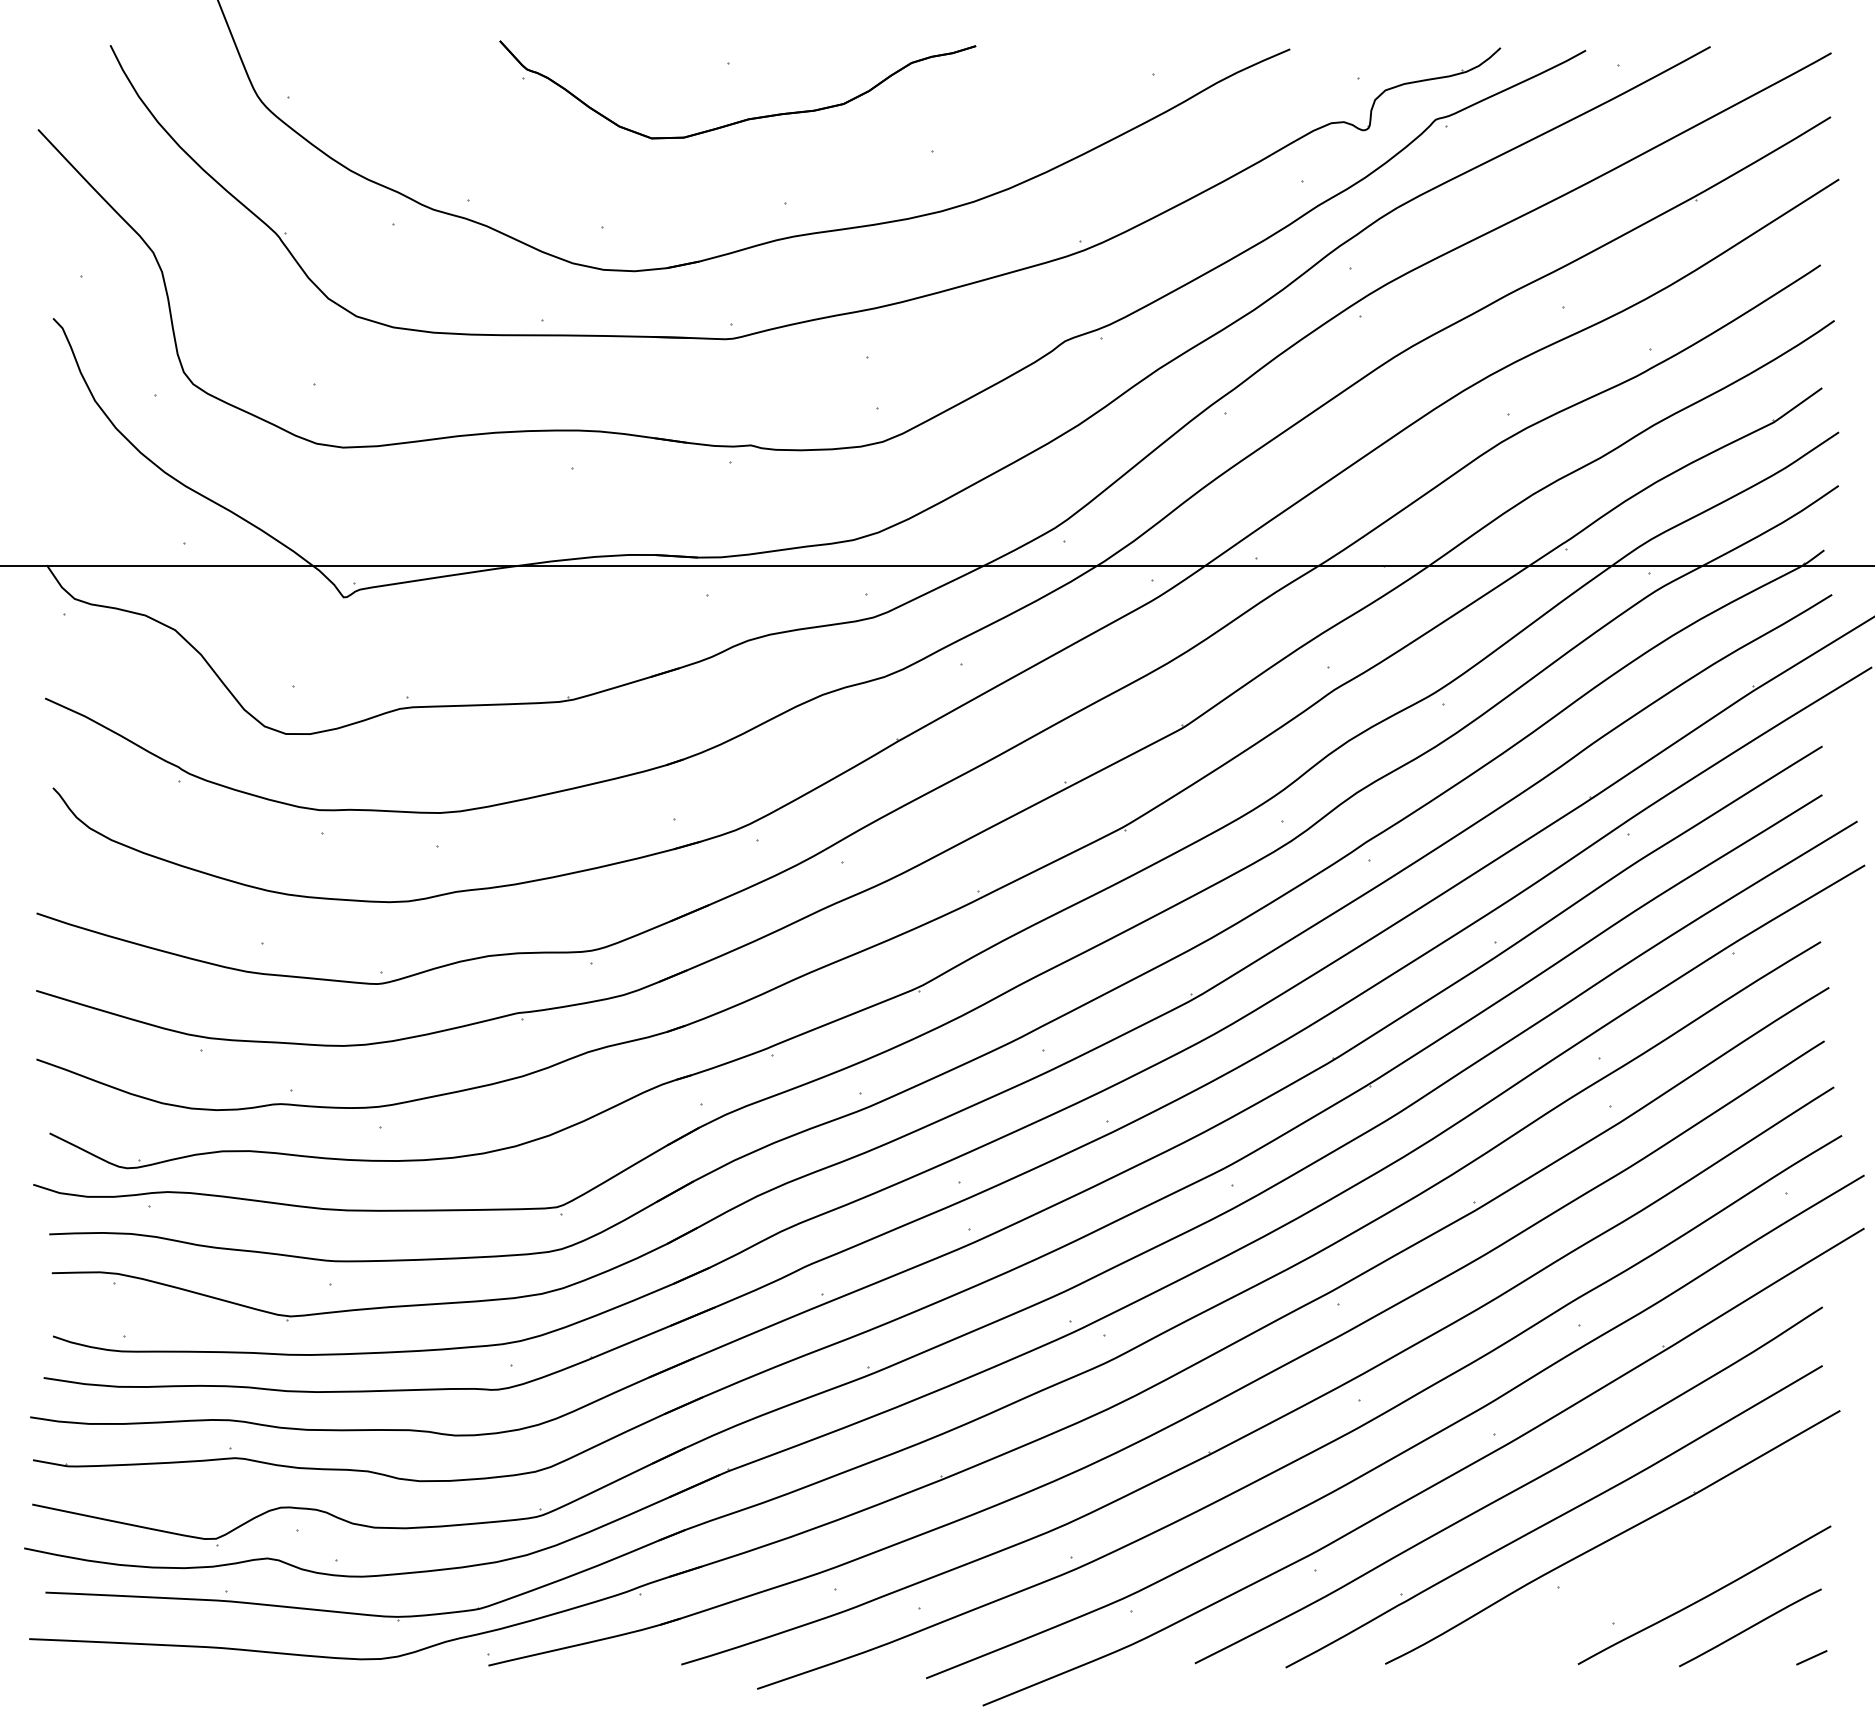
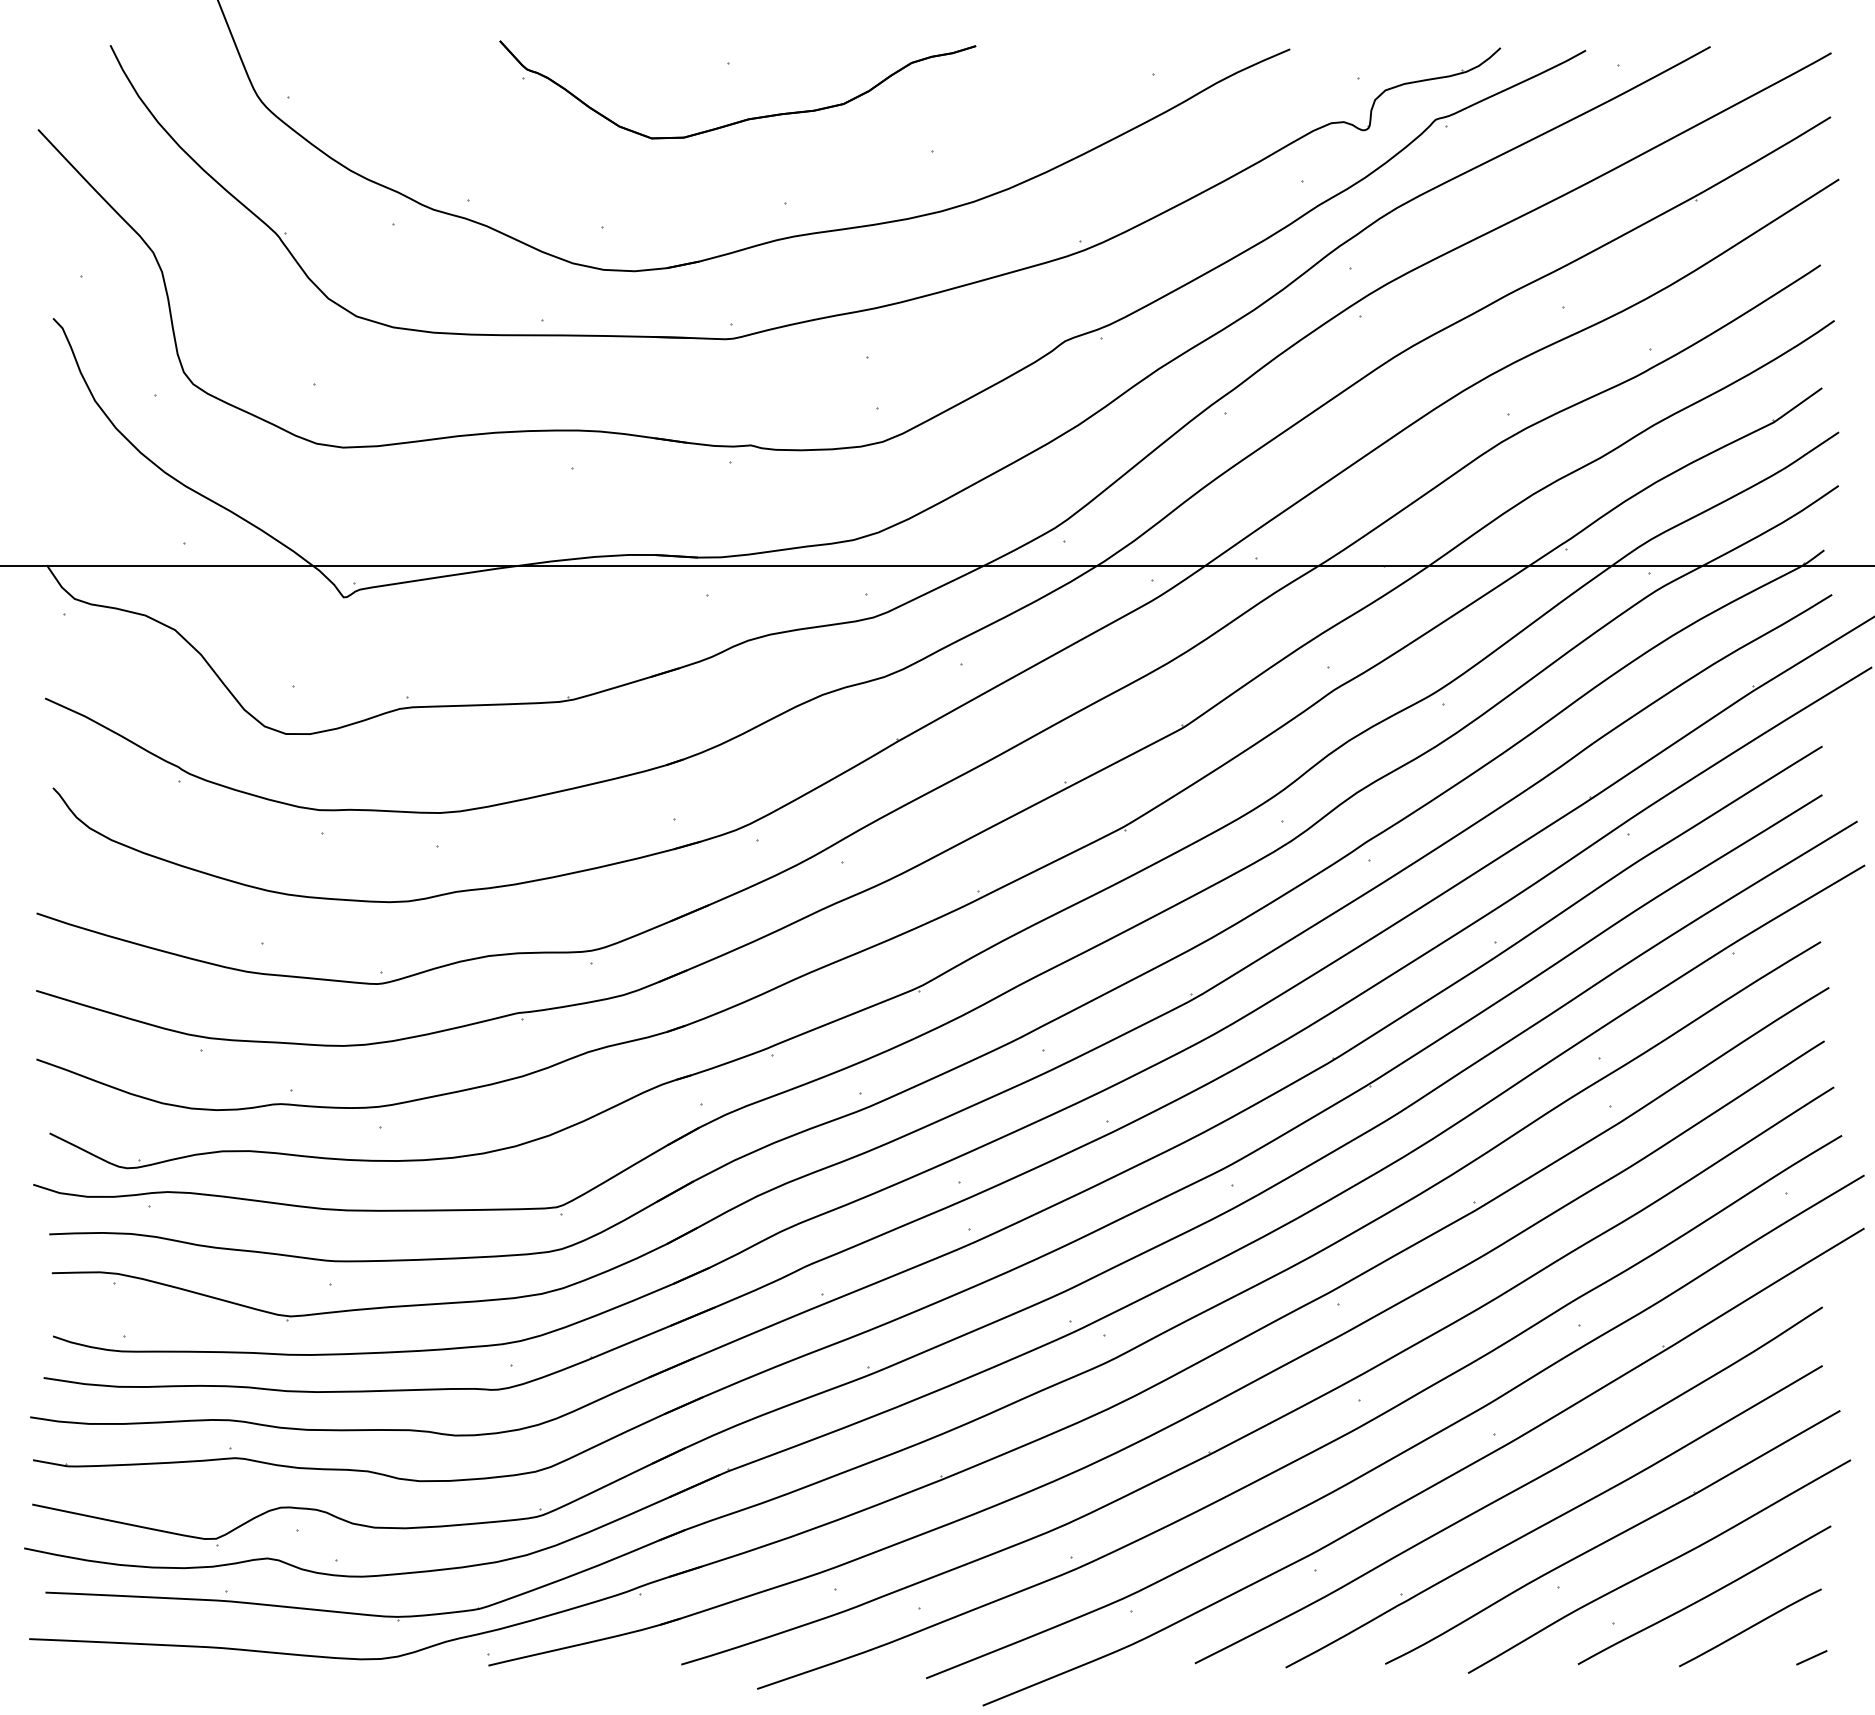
curve at (1659, 1566): none -> present
